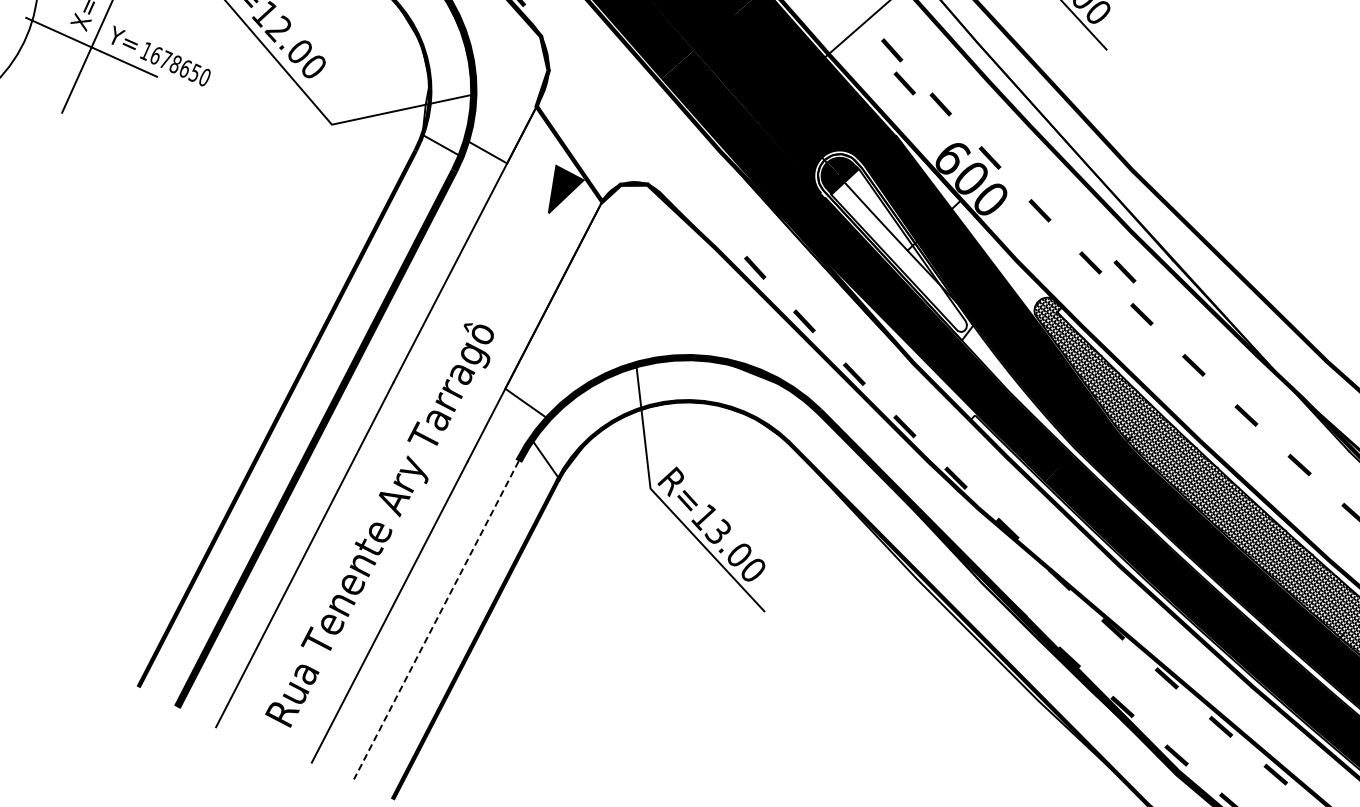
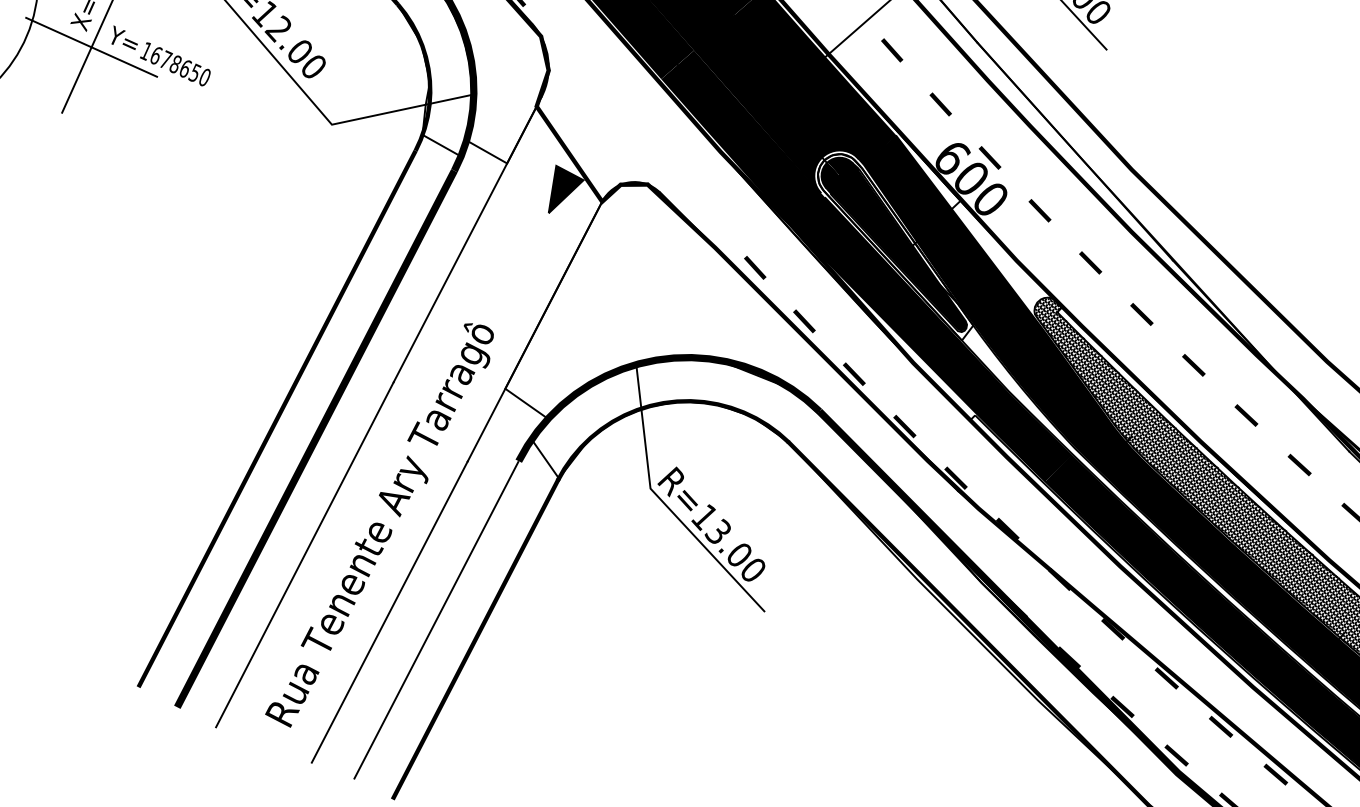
part at (904, 83): present -> none
fill at (899, 250): none -> present
part at (1124, 271): present -> none
line at (436, 620): dashed -> solid
